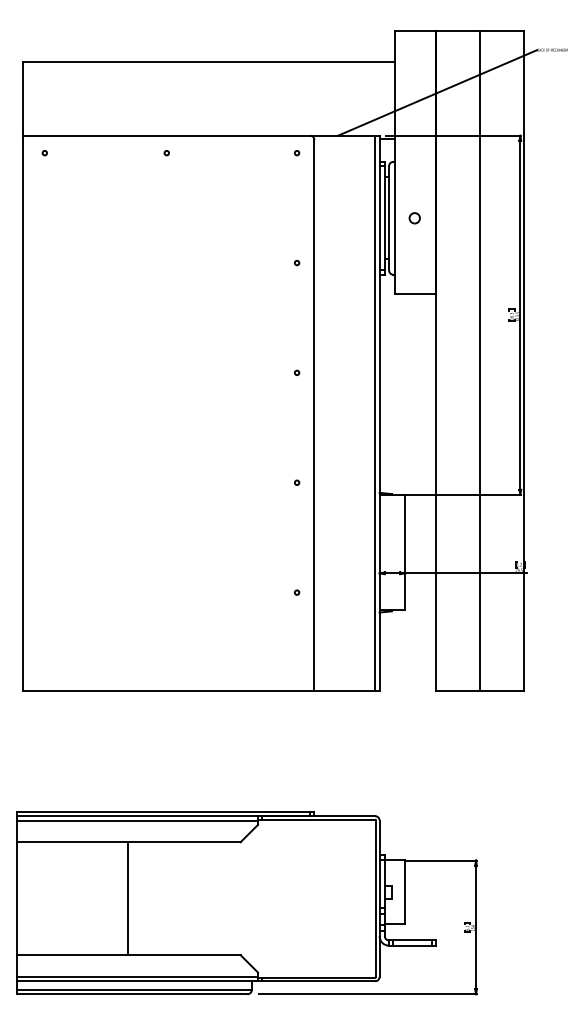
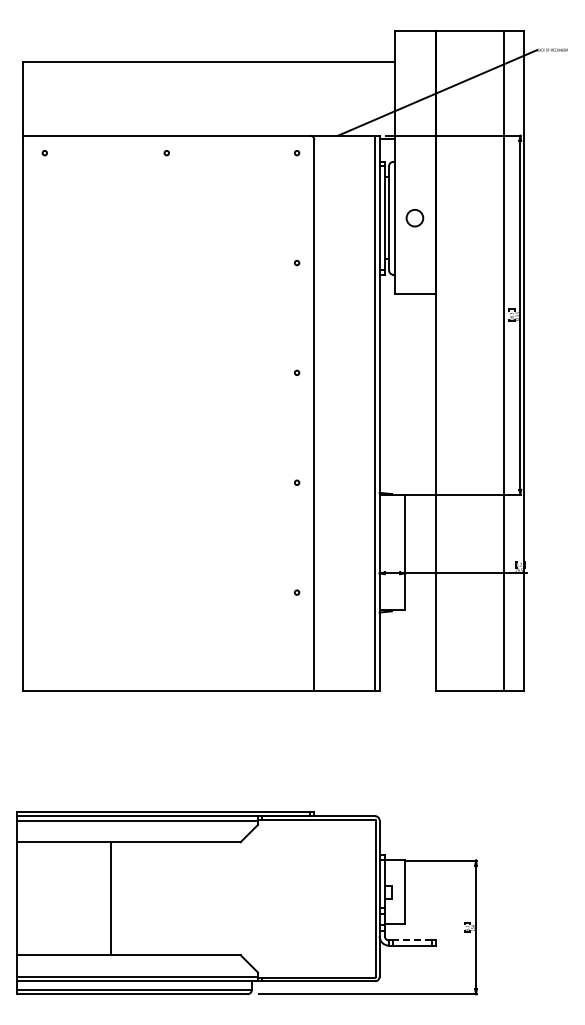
circle at (414, 218) size: 13x13 px -> 20x19 px
line at (480, 360) position: (480, 360) -> (504, 360)
line at (127, 898) position: (127, 898) -> (110, 898)
line at (412, 940): solid -> dashed
